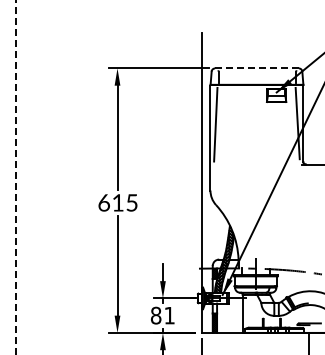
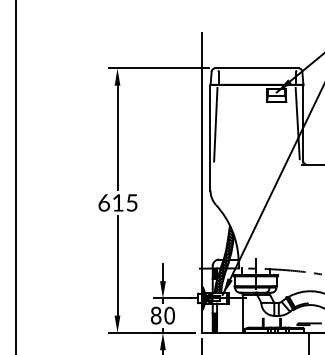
line at (257, 68): dashed -> solid
line at (16, 177): dashed -> solid
text at (169, 315): 81 -> 80
